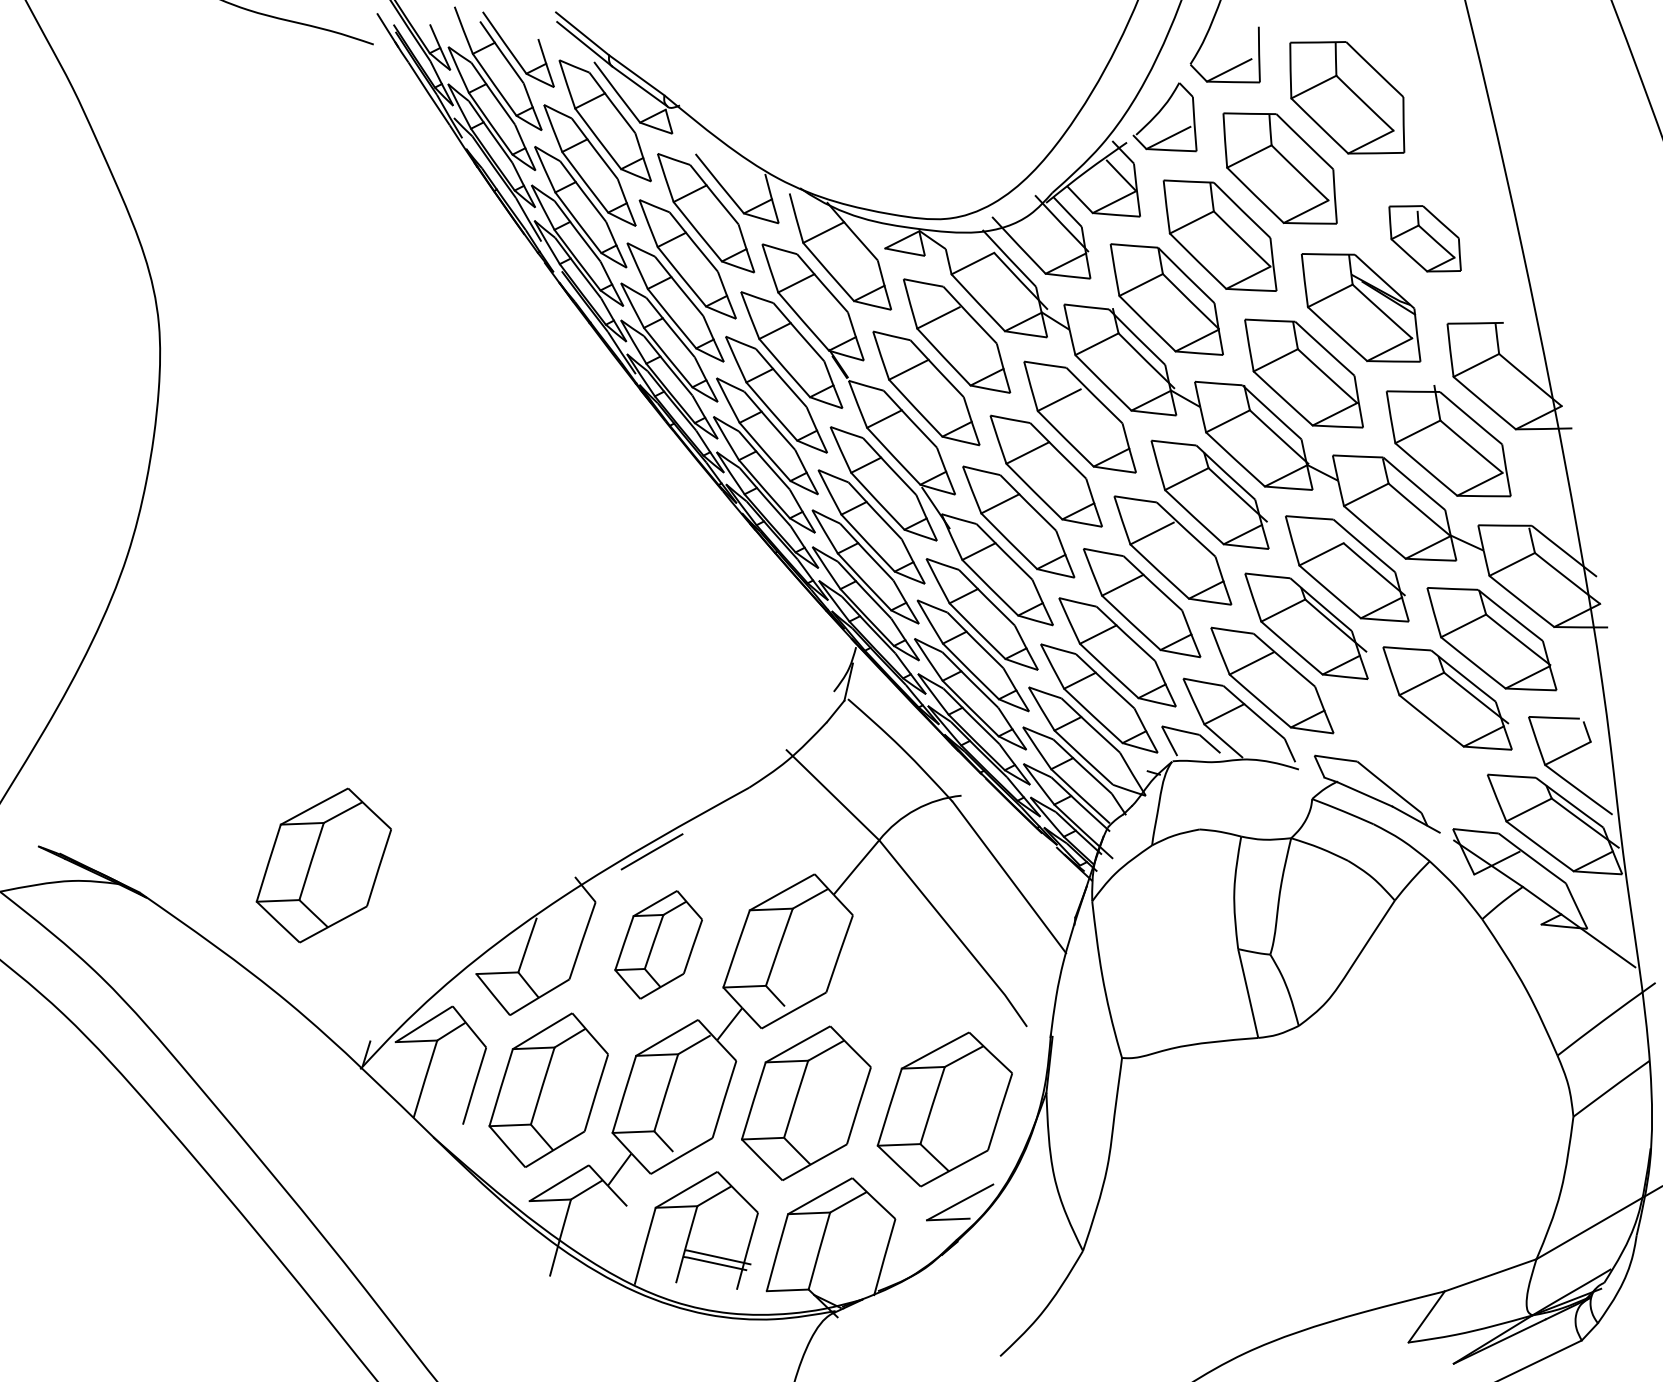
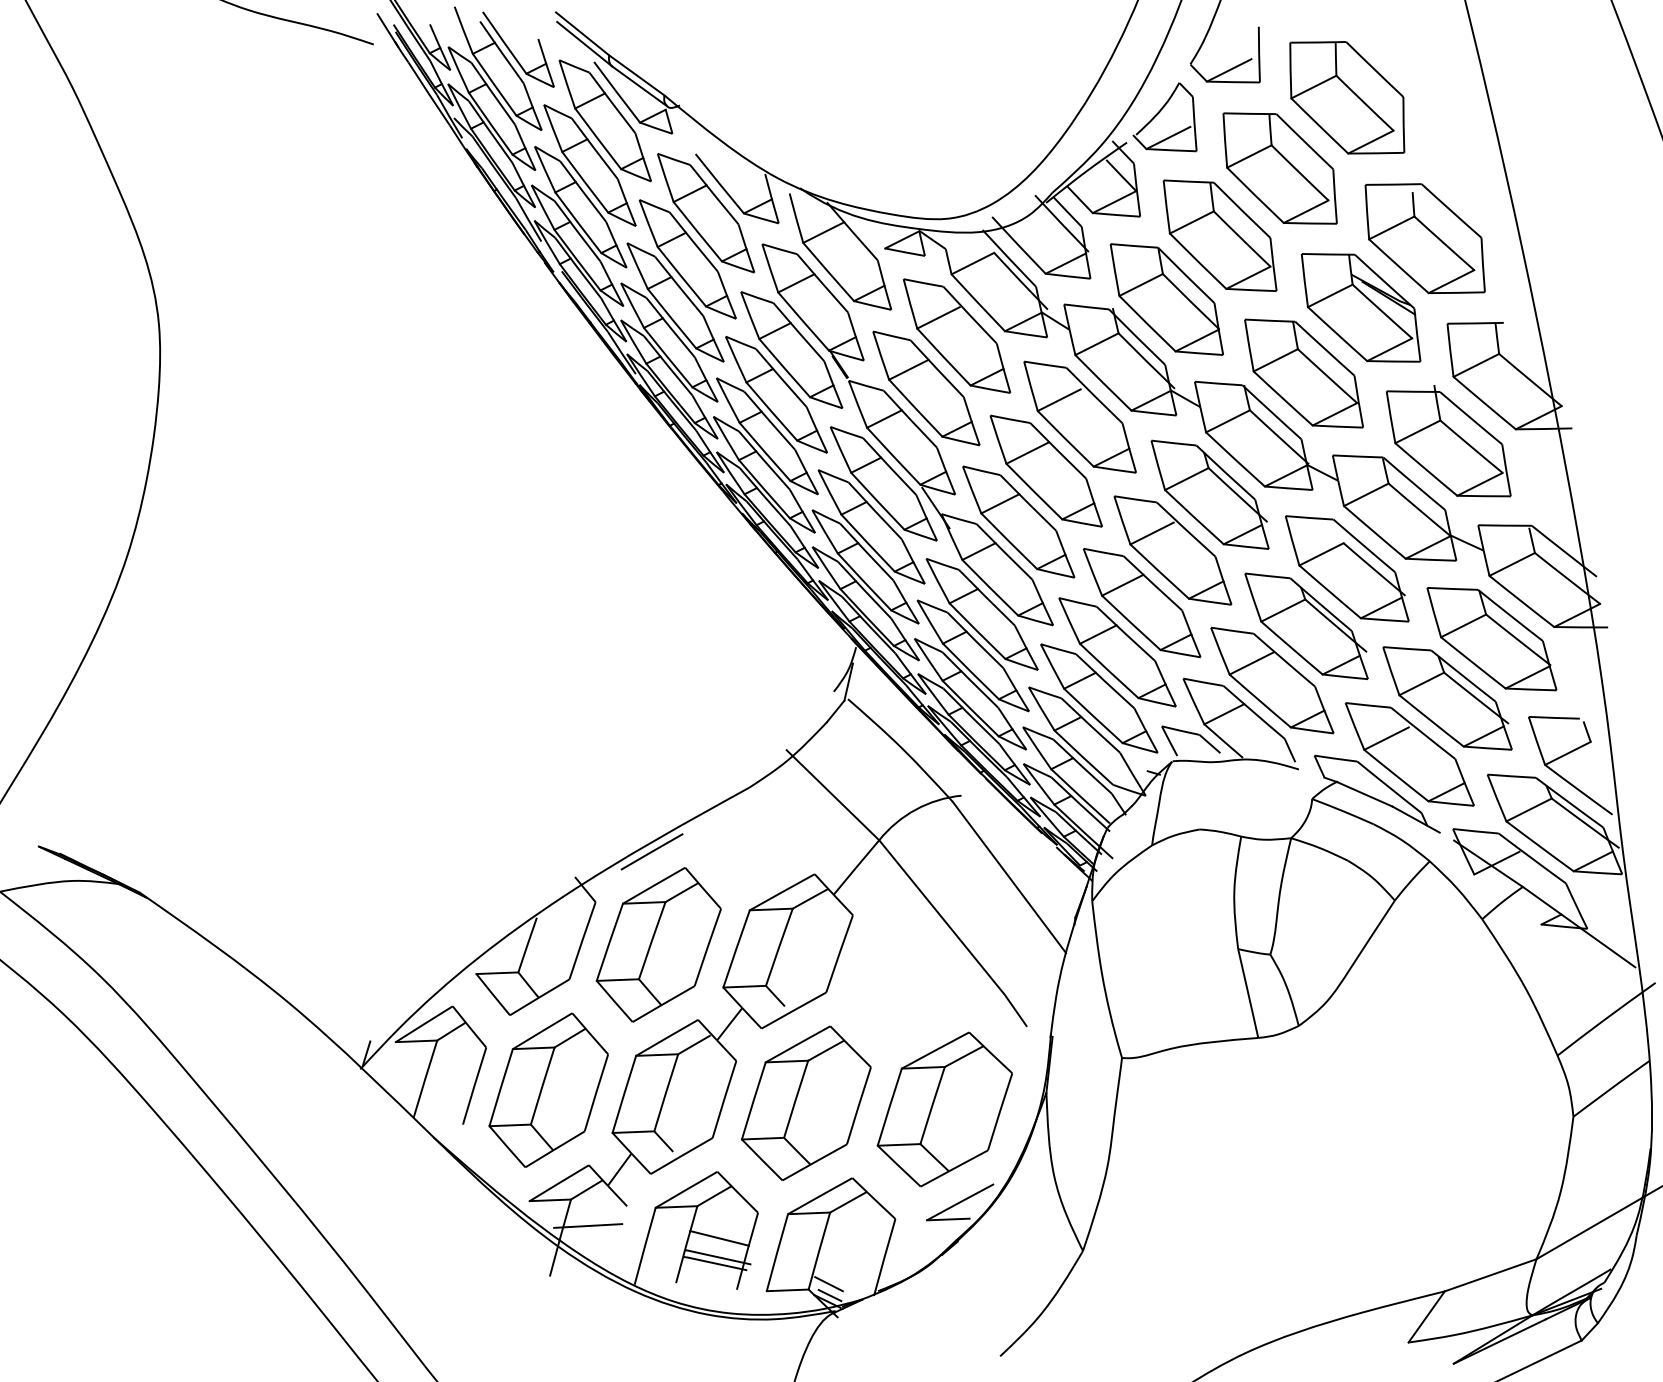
part at (1424, 238) size: 74x68 px -> 122x112 px
part at (1409, 754): none -> present
part at (323, 865): present -> none
part at (658, 944) size: 89x110 px -> 127x156 px
line at (588, 1225): none -> present
line at (719, 1238): none -> present
line at (828, 1284): none -> present
line at (829, 1295): none -> present
